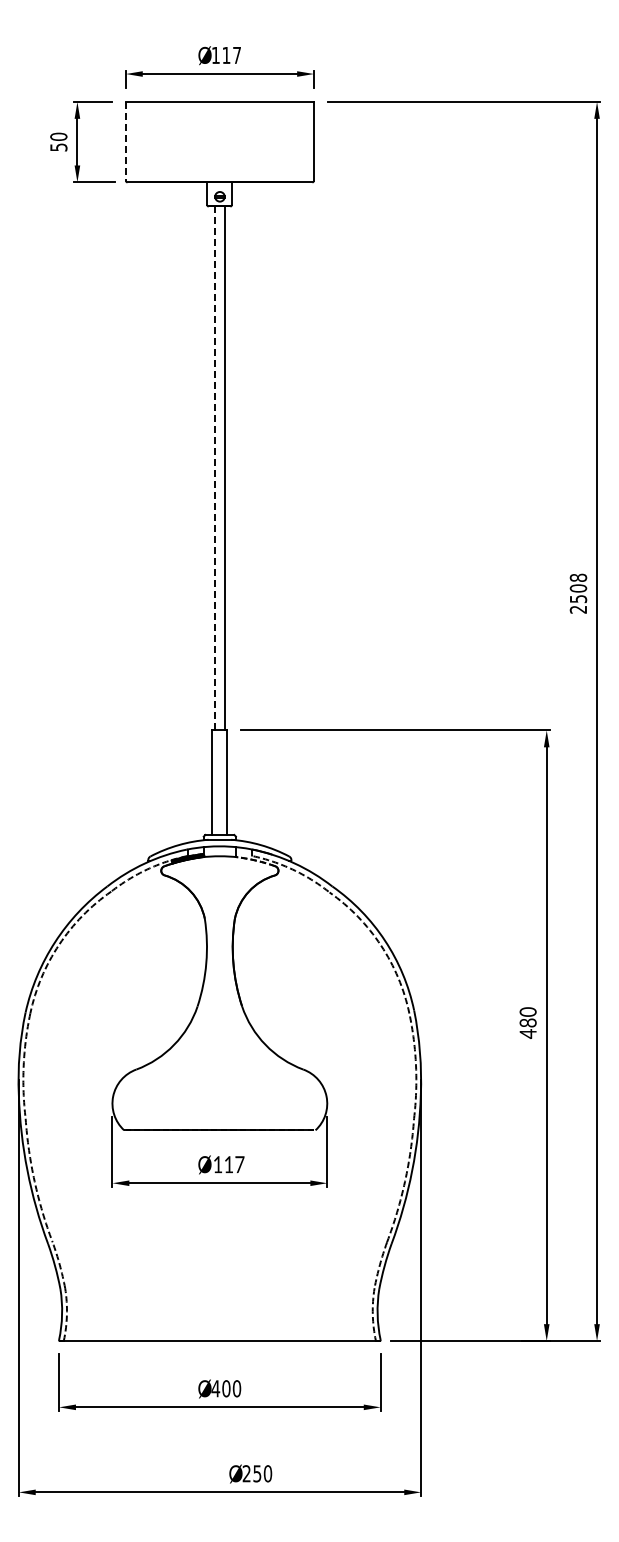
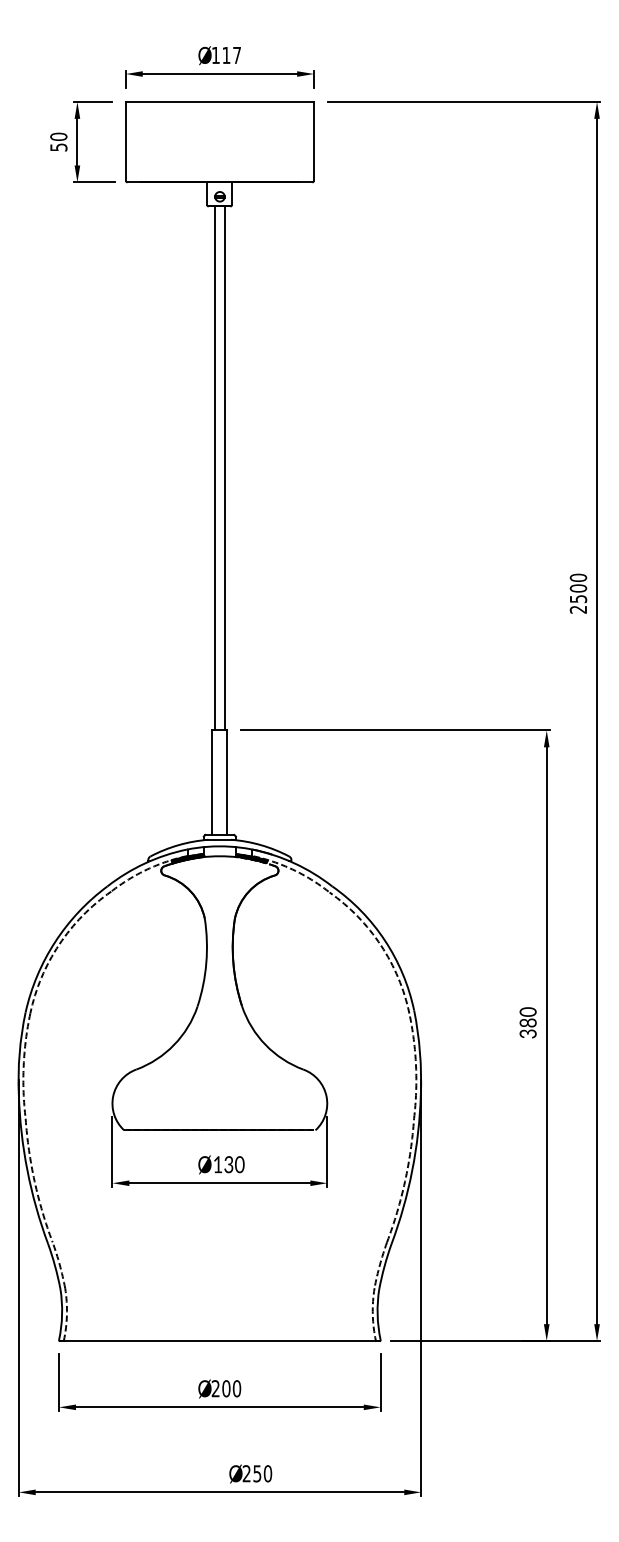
line at (125, 141): dashed -> solid
line at (215, 468): dashed -> solid
text at (578, 577): 2508 -> 2500
hatch at (251, 858): none -> present
text at (527, 1033): 480 -> 380
text at (234, 1164): Ø117 -> Ø130
text at (215, 1388): 400 -> 200
